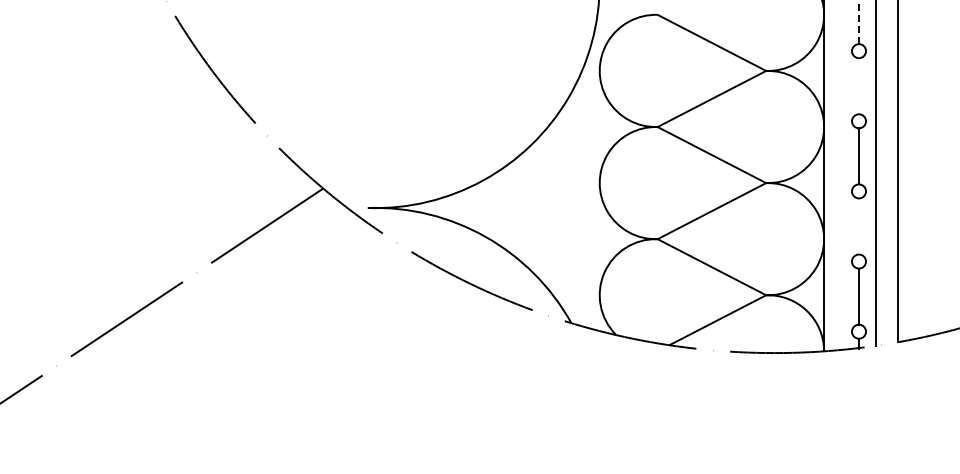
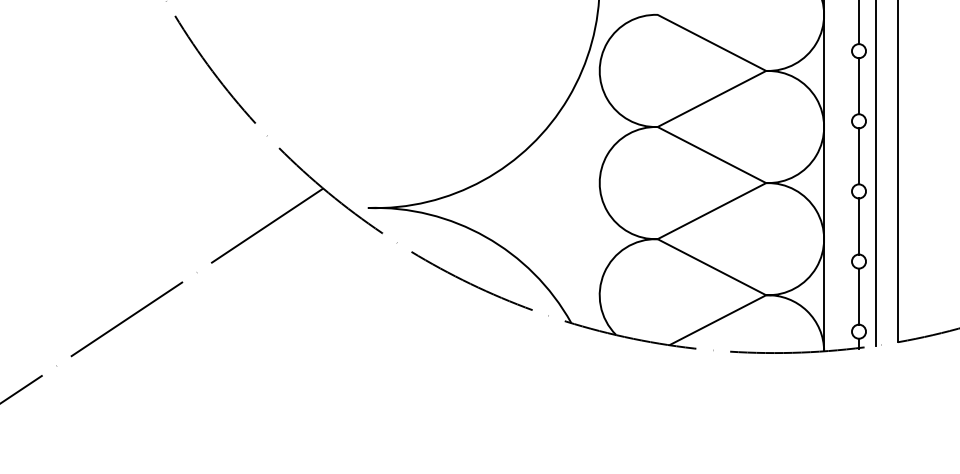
line at (859, 22): dashed -> solid
line at (859, 86): none -> present
line at (859, 226): none -> present
